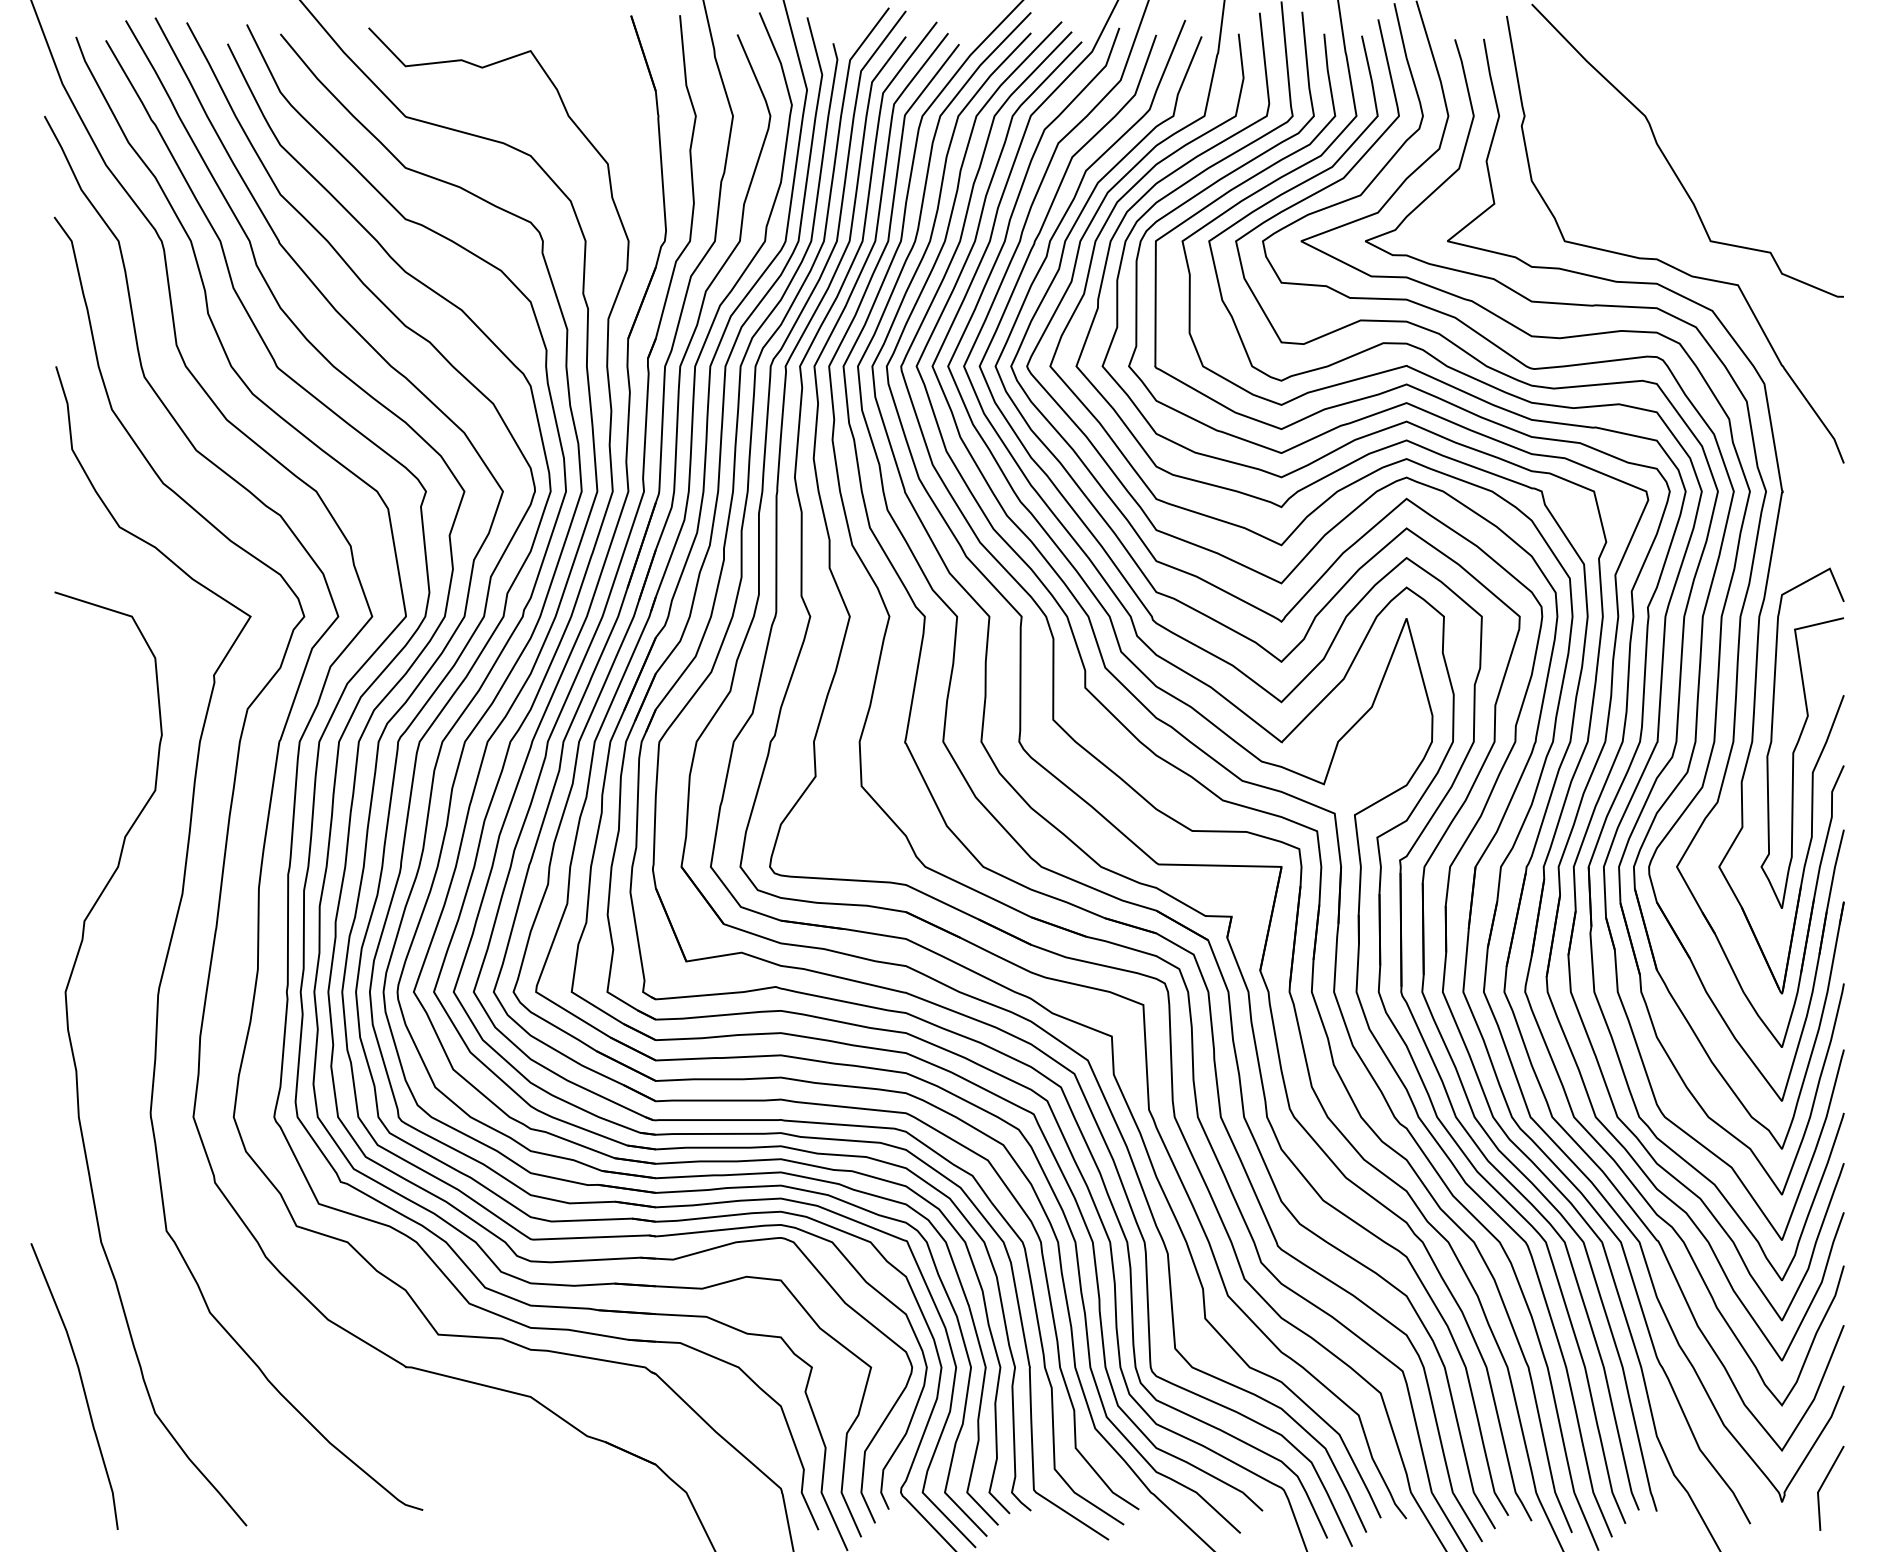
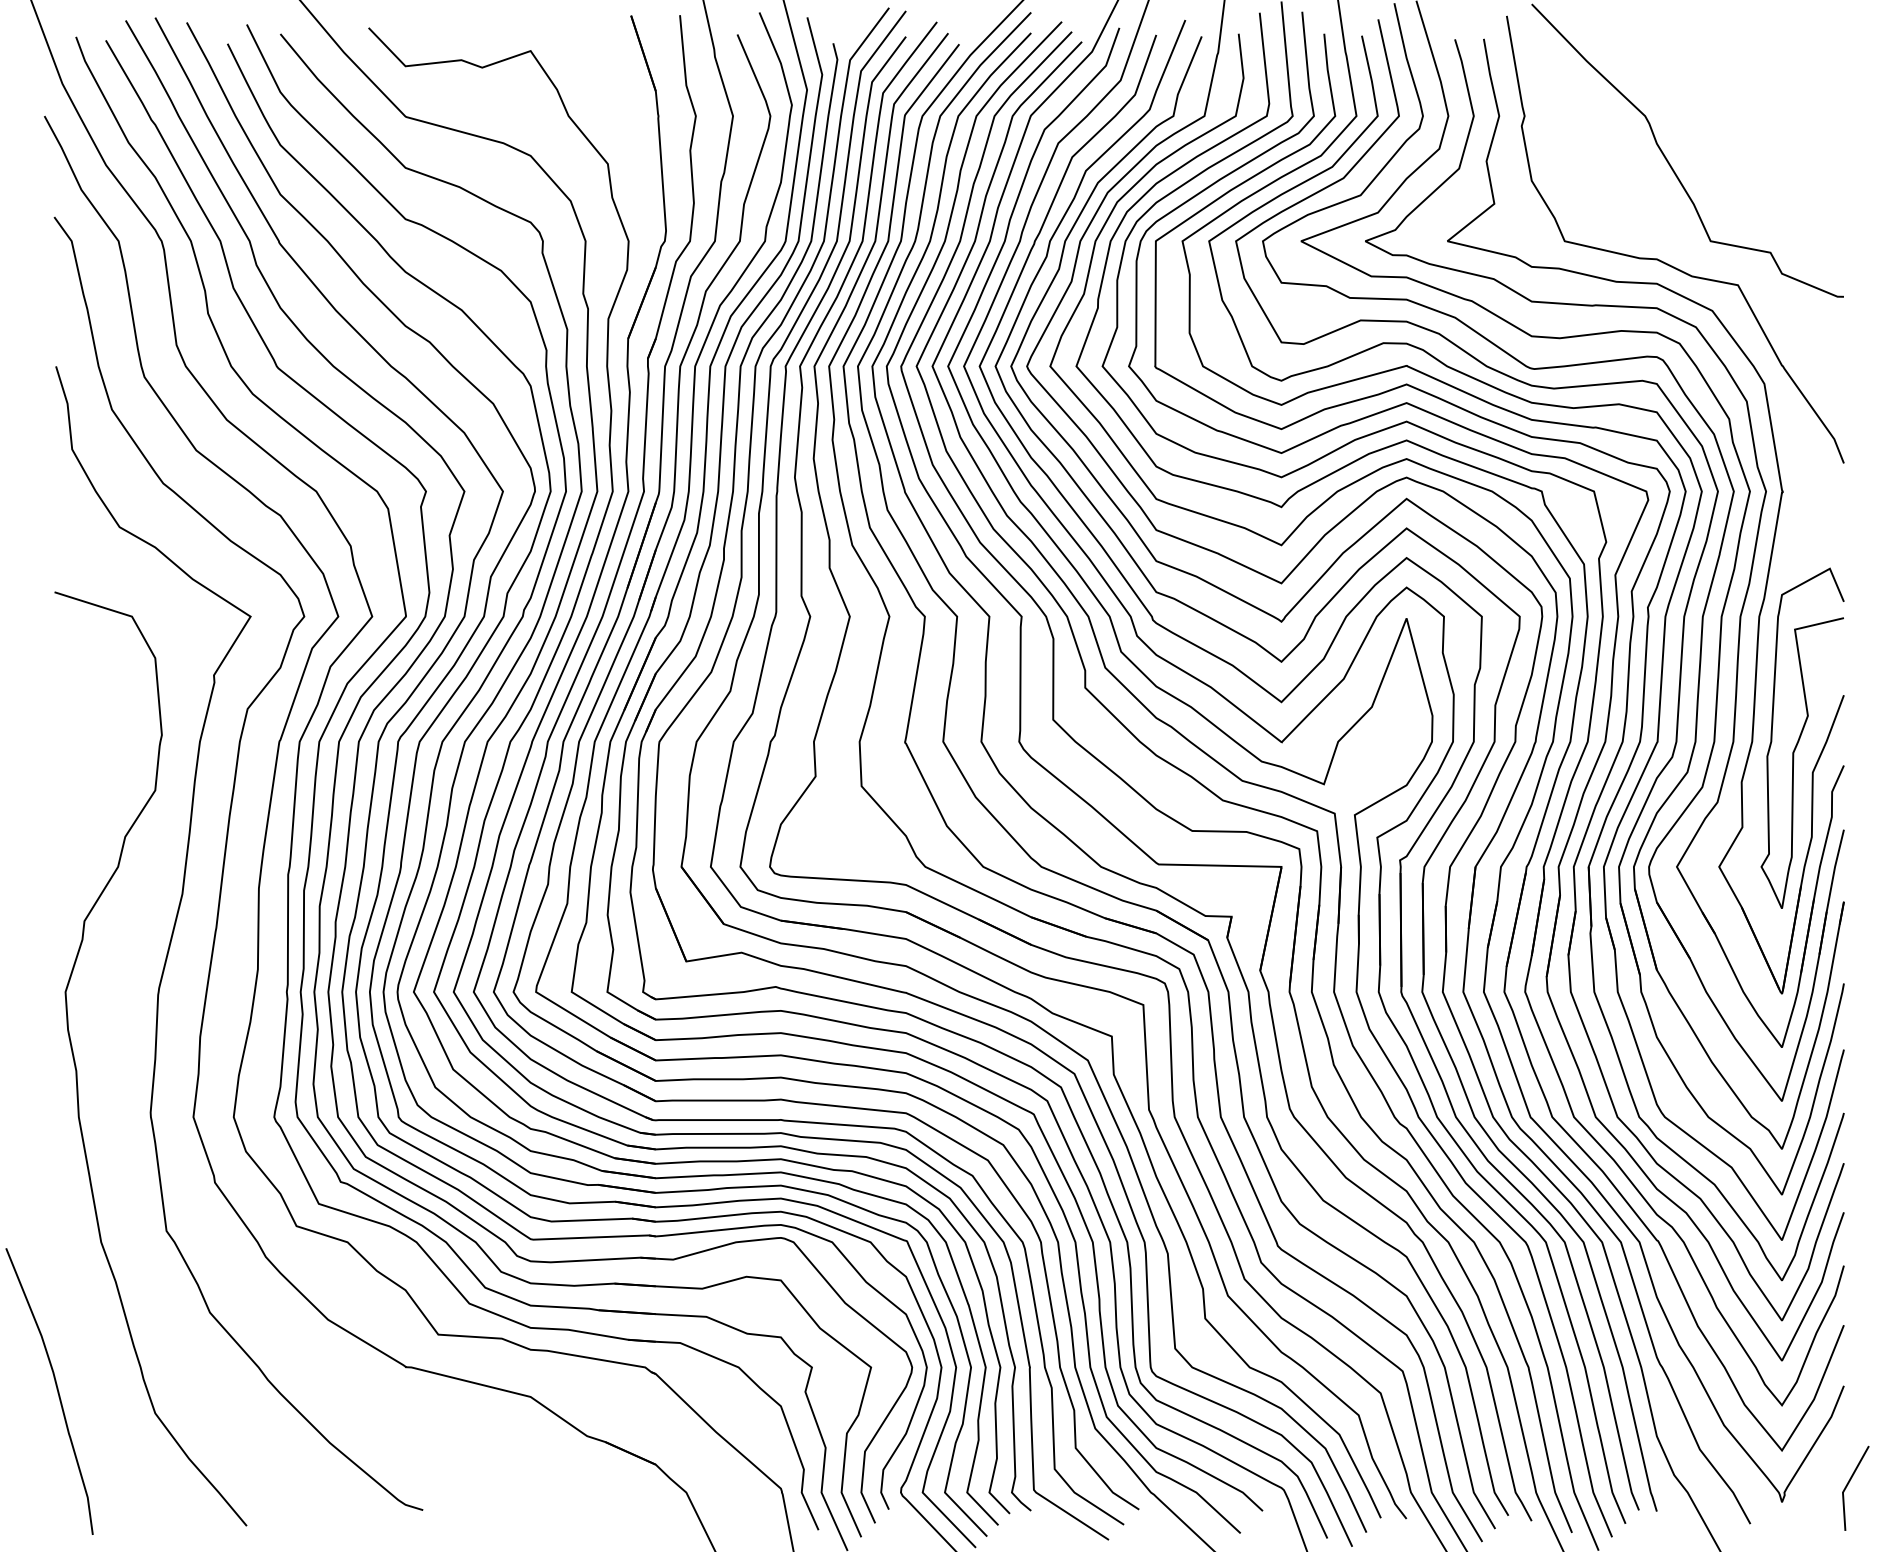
curve at (81, 1384) position: (81, 1384) -> (56, 1389)
line at (1824, 1483) position: (1824, 1483) -> (1849, 1483)
